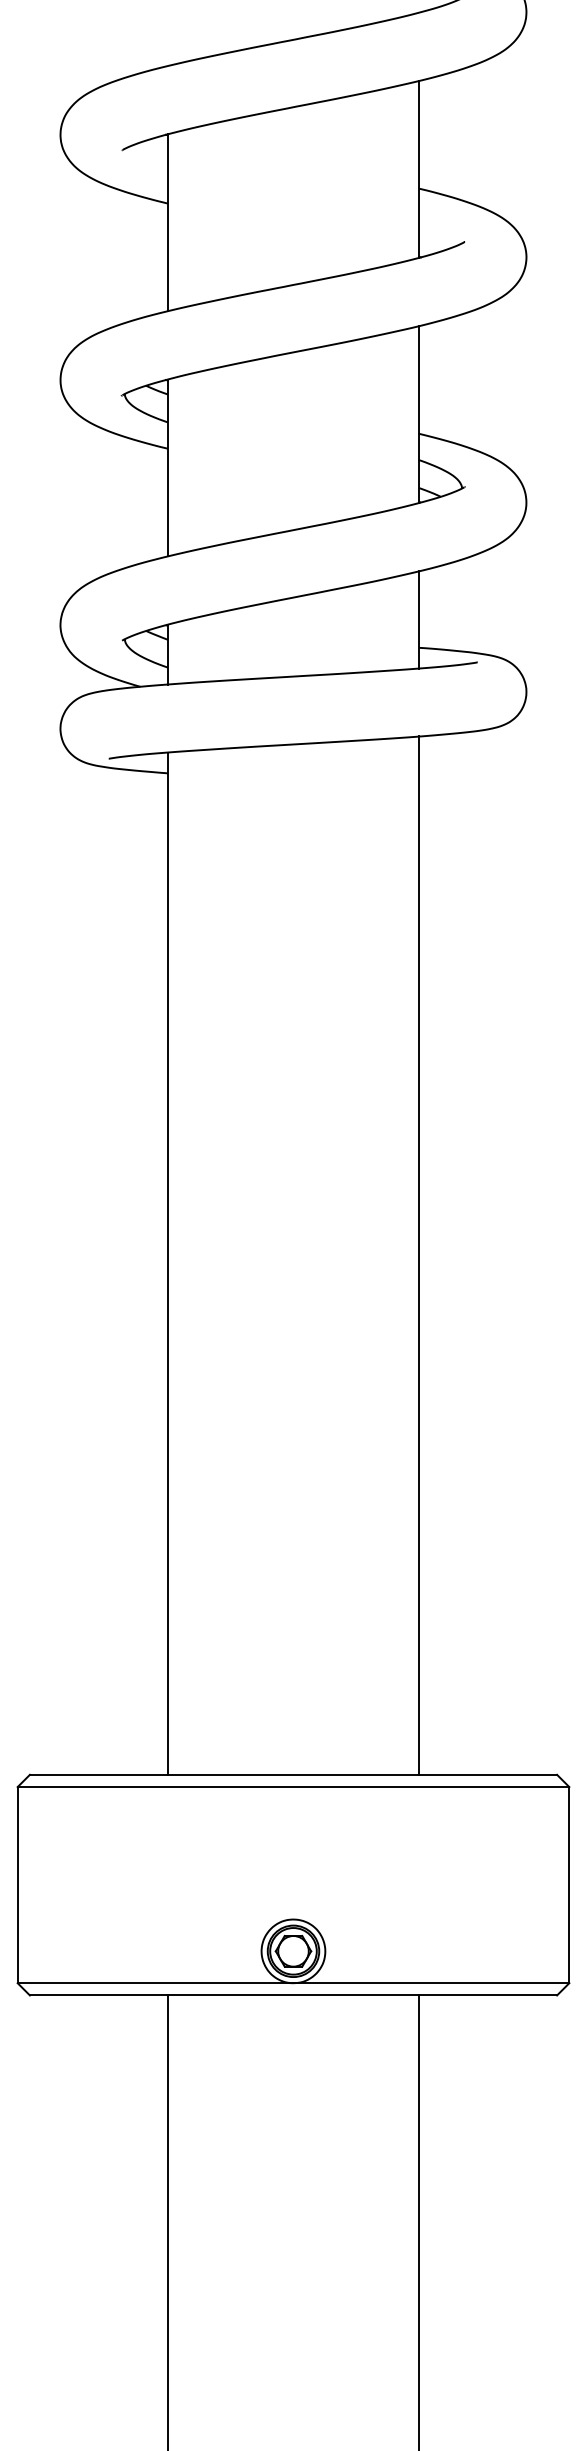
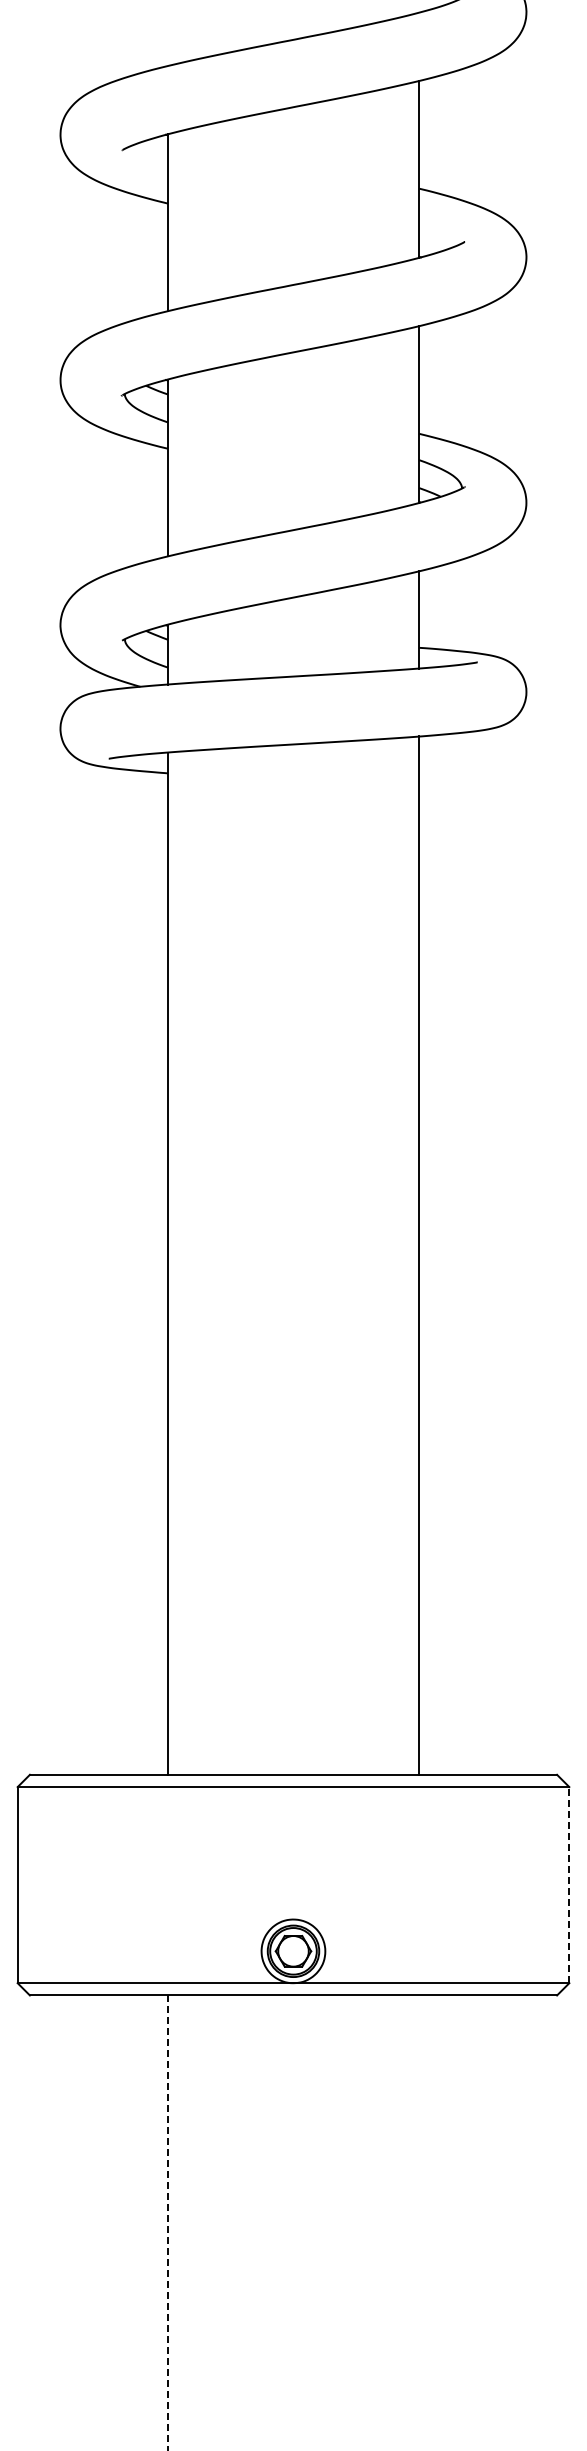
line at (569, 1884): solid -> dashed
line at (419, 2221): present -> none
line at (167, 2223): solid -> dashed
